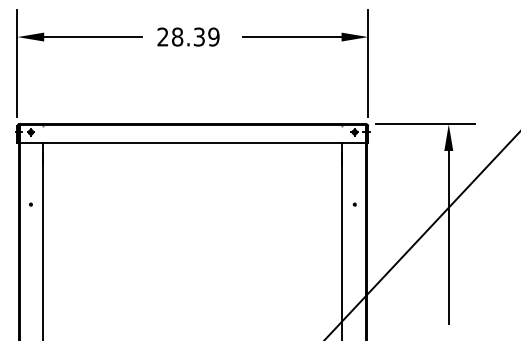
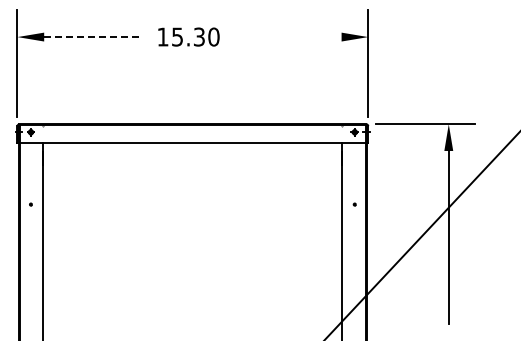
text at (188, 36): 28.39 -> 15.30
line at (93, 37): solid -> dashed
line at (292, 37): present -> none
